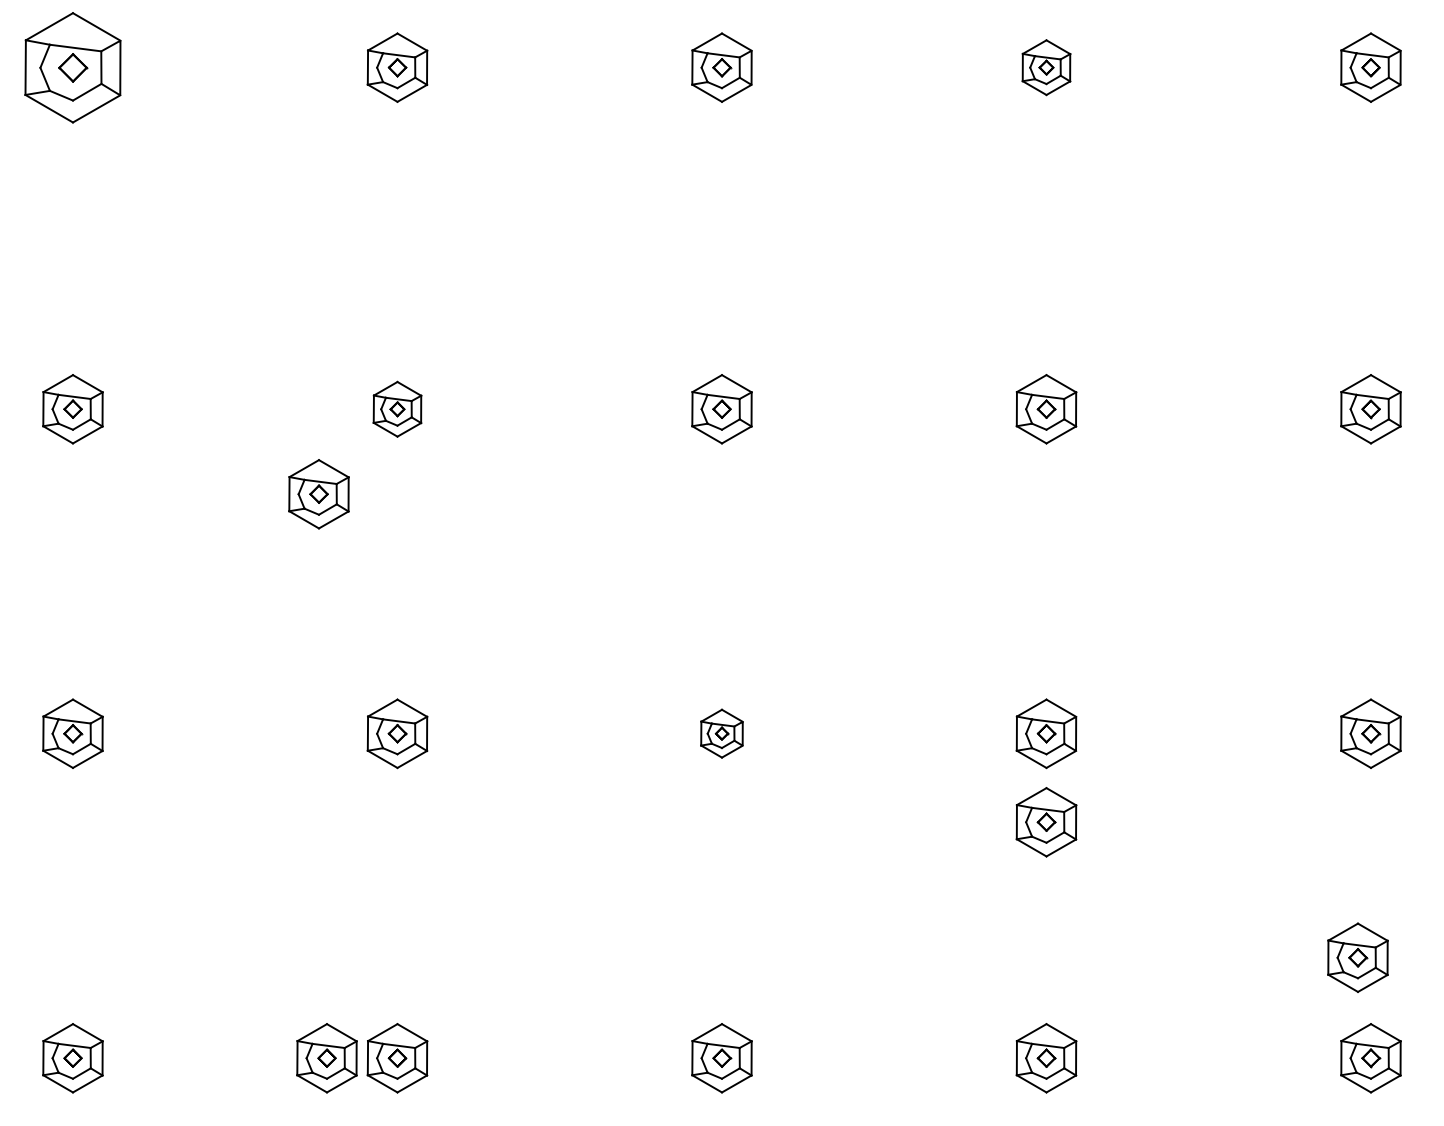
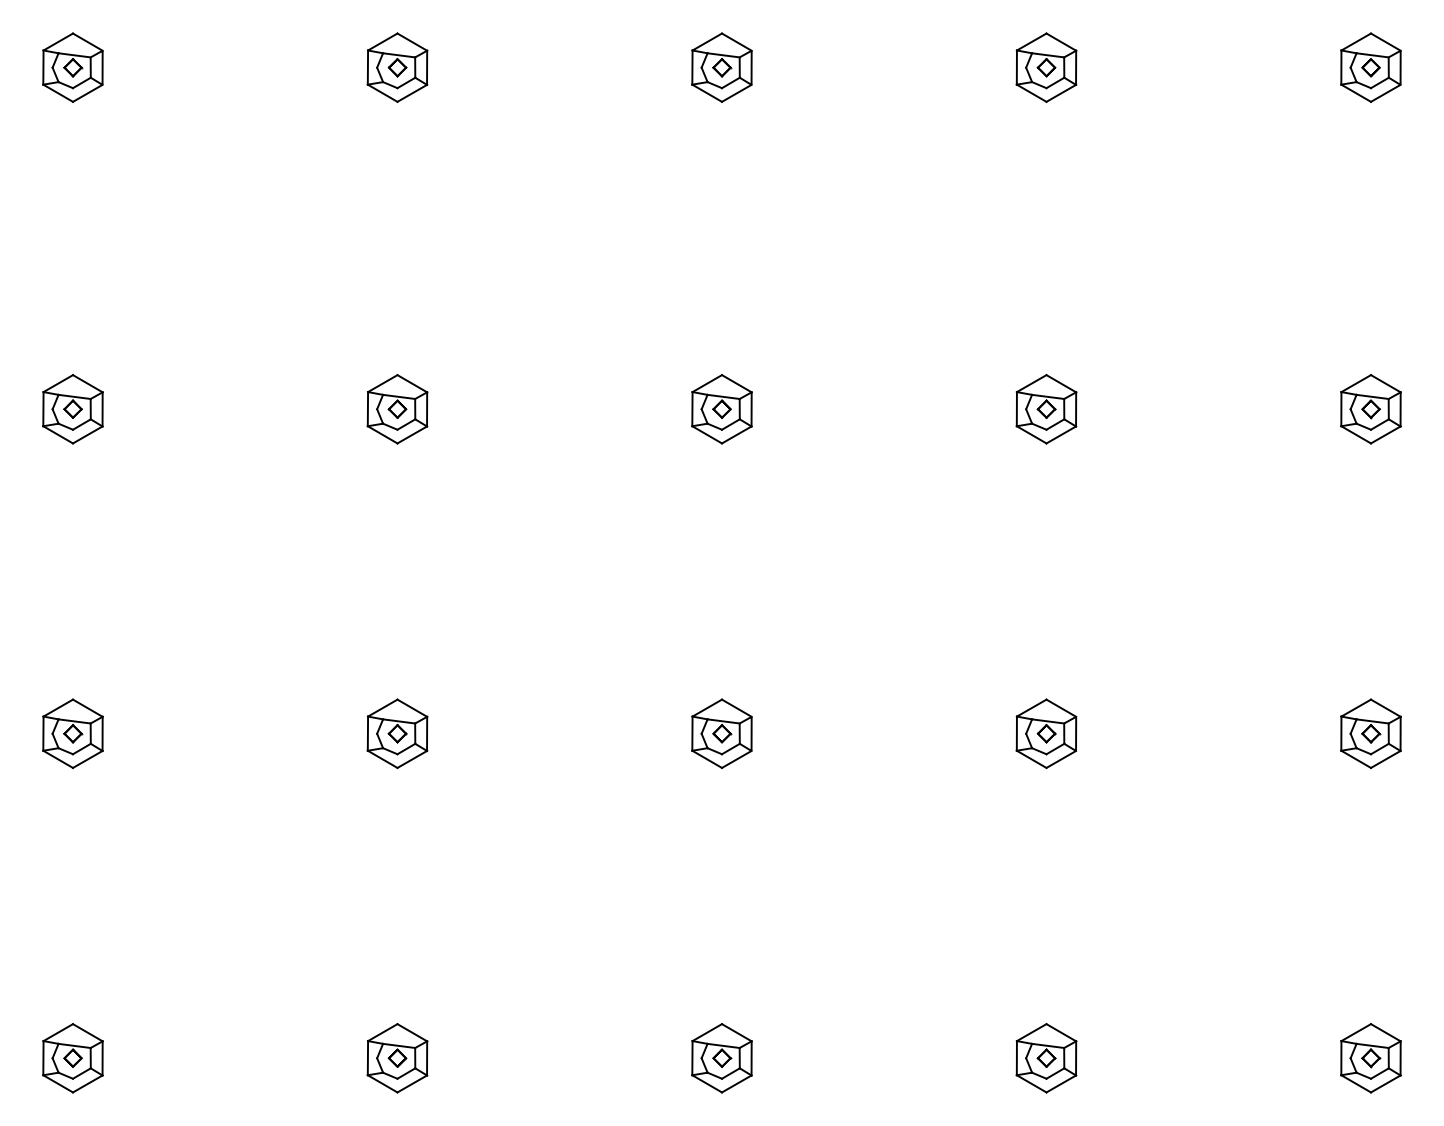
part at (72, 67) size: 98x112 px -> 62x71 px
part at (1046, 67) size: 51x58 px -> 63x71 px
part at (397, 408) size: 51x58 px -> 63x71 px
part at (318, 494): present -> none
part at (721, 733) size: 44x51 px -> 62x71 px
part at (1046, 822): present -> none
part at (1357, 957): present -> none
part at (326, 1058): present -> none
